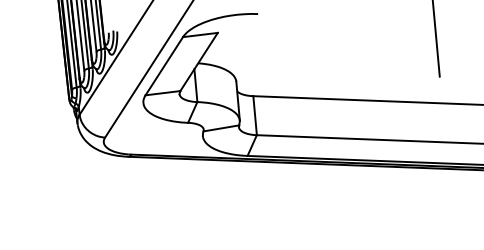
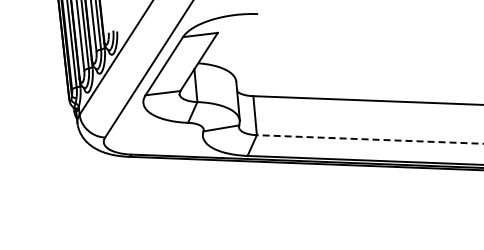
line at (436, 39): present -> none
line at (369, 139): solid -> dashed
